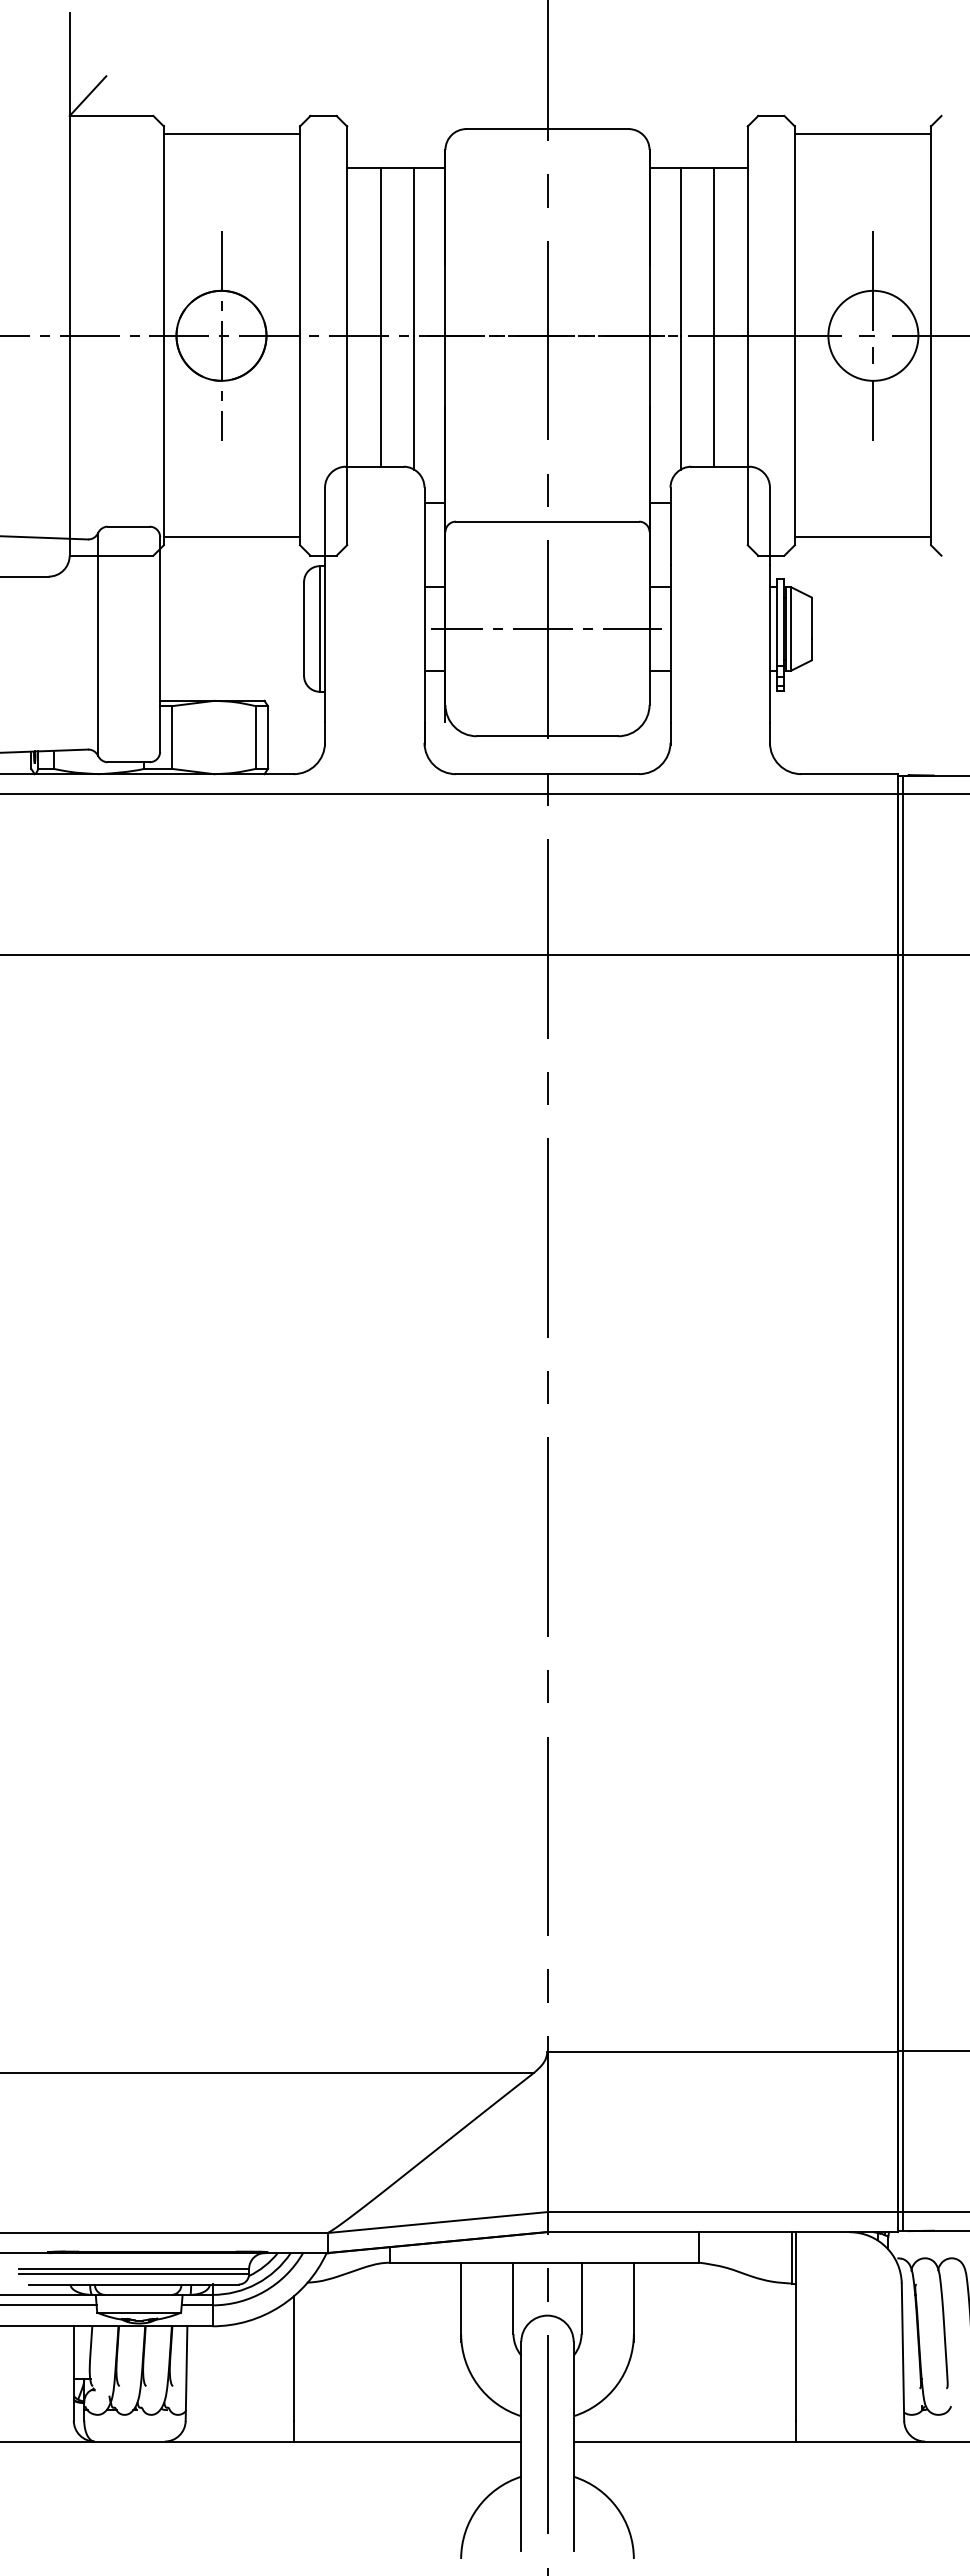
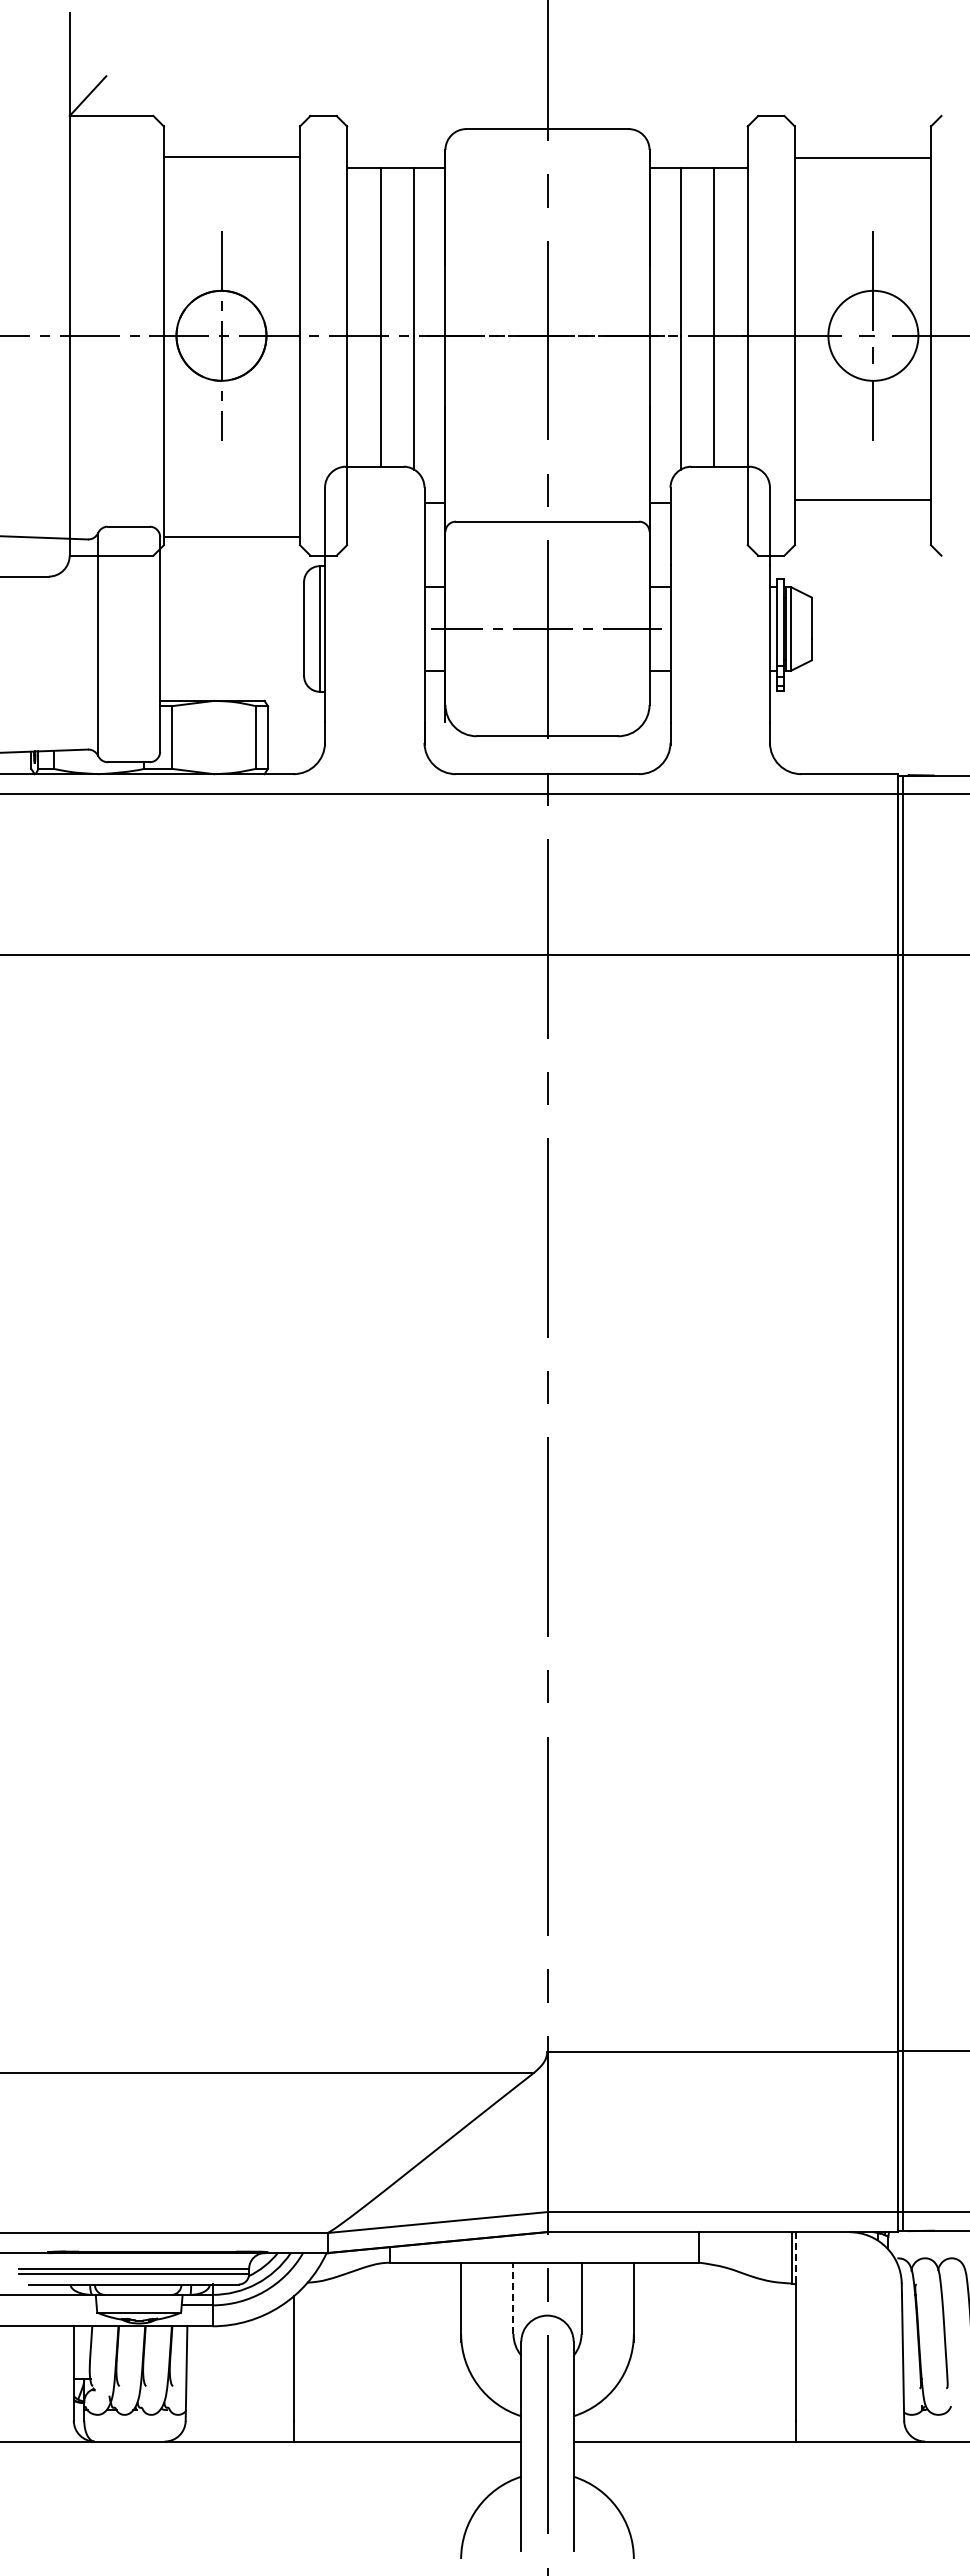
line at (231, 134) position: (231, 134) -> (231, 157)
line at (862, 134) position: (862, 134) -> (862, 158)
line at (862, 537) position: (862, 537) -> (862, 500)
line at (796, 2257): solid -> dashed
line at (513, 2298): solid -> dashed
line at (49, 2305): present -> none
